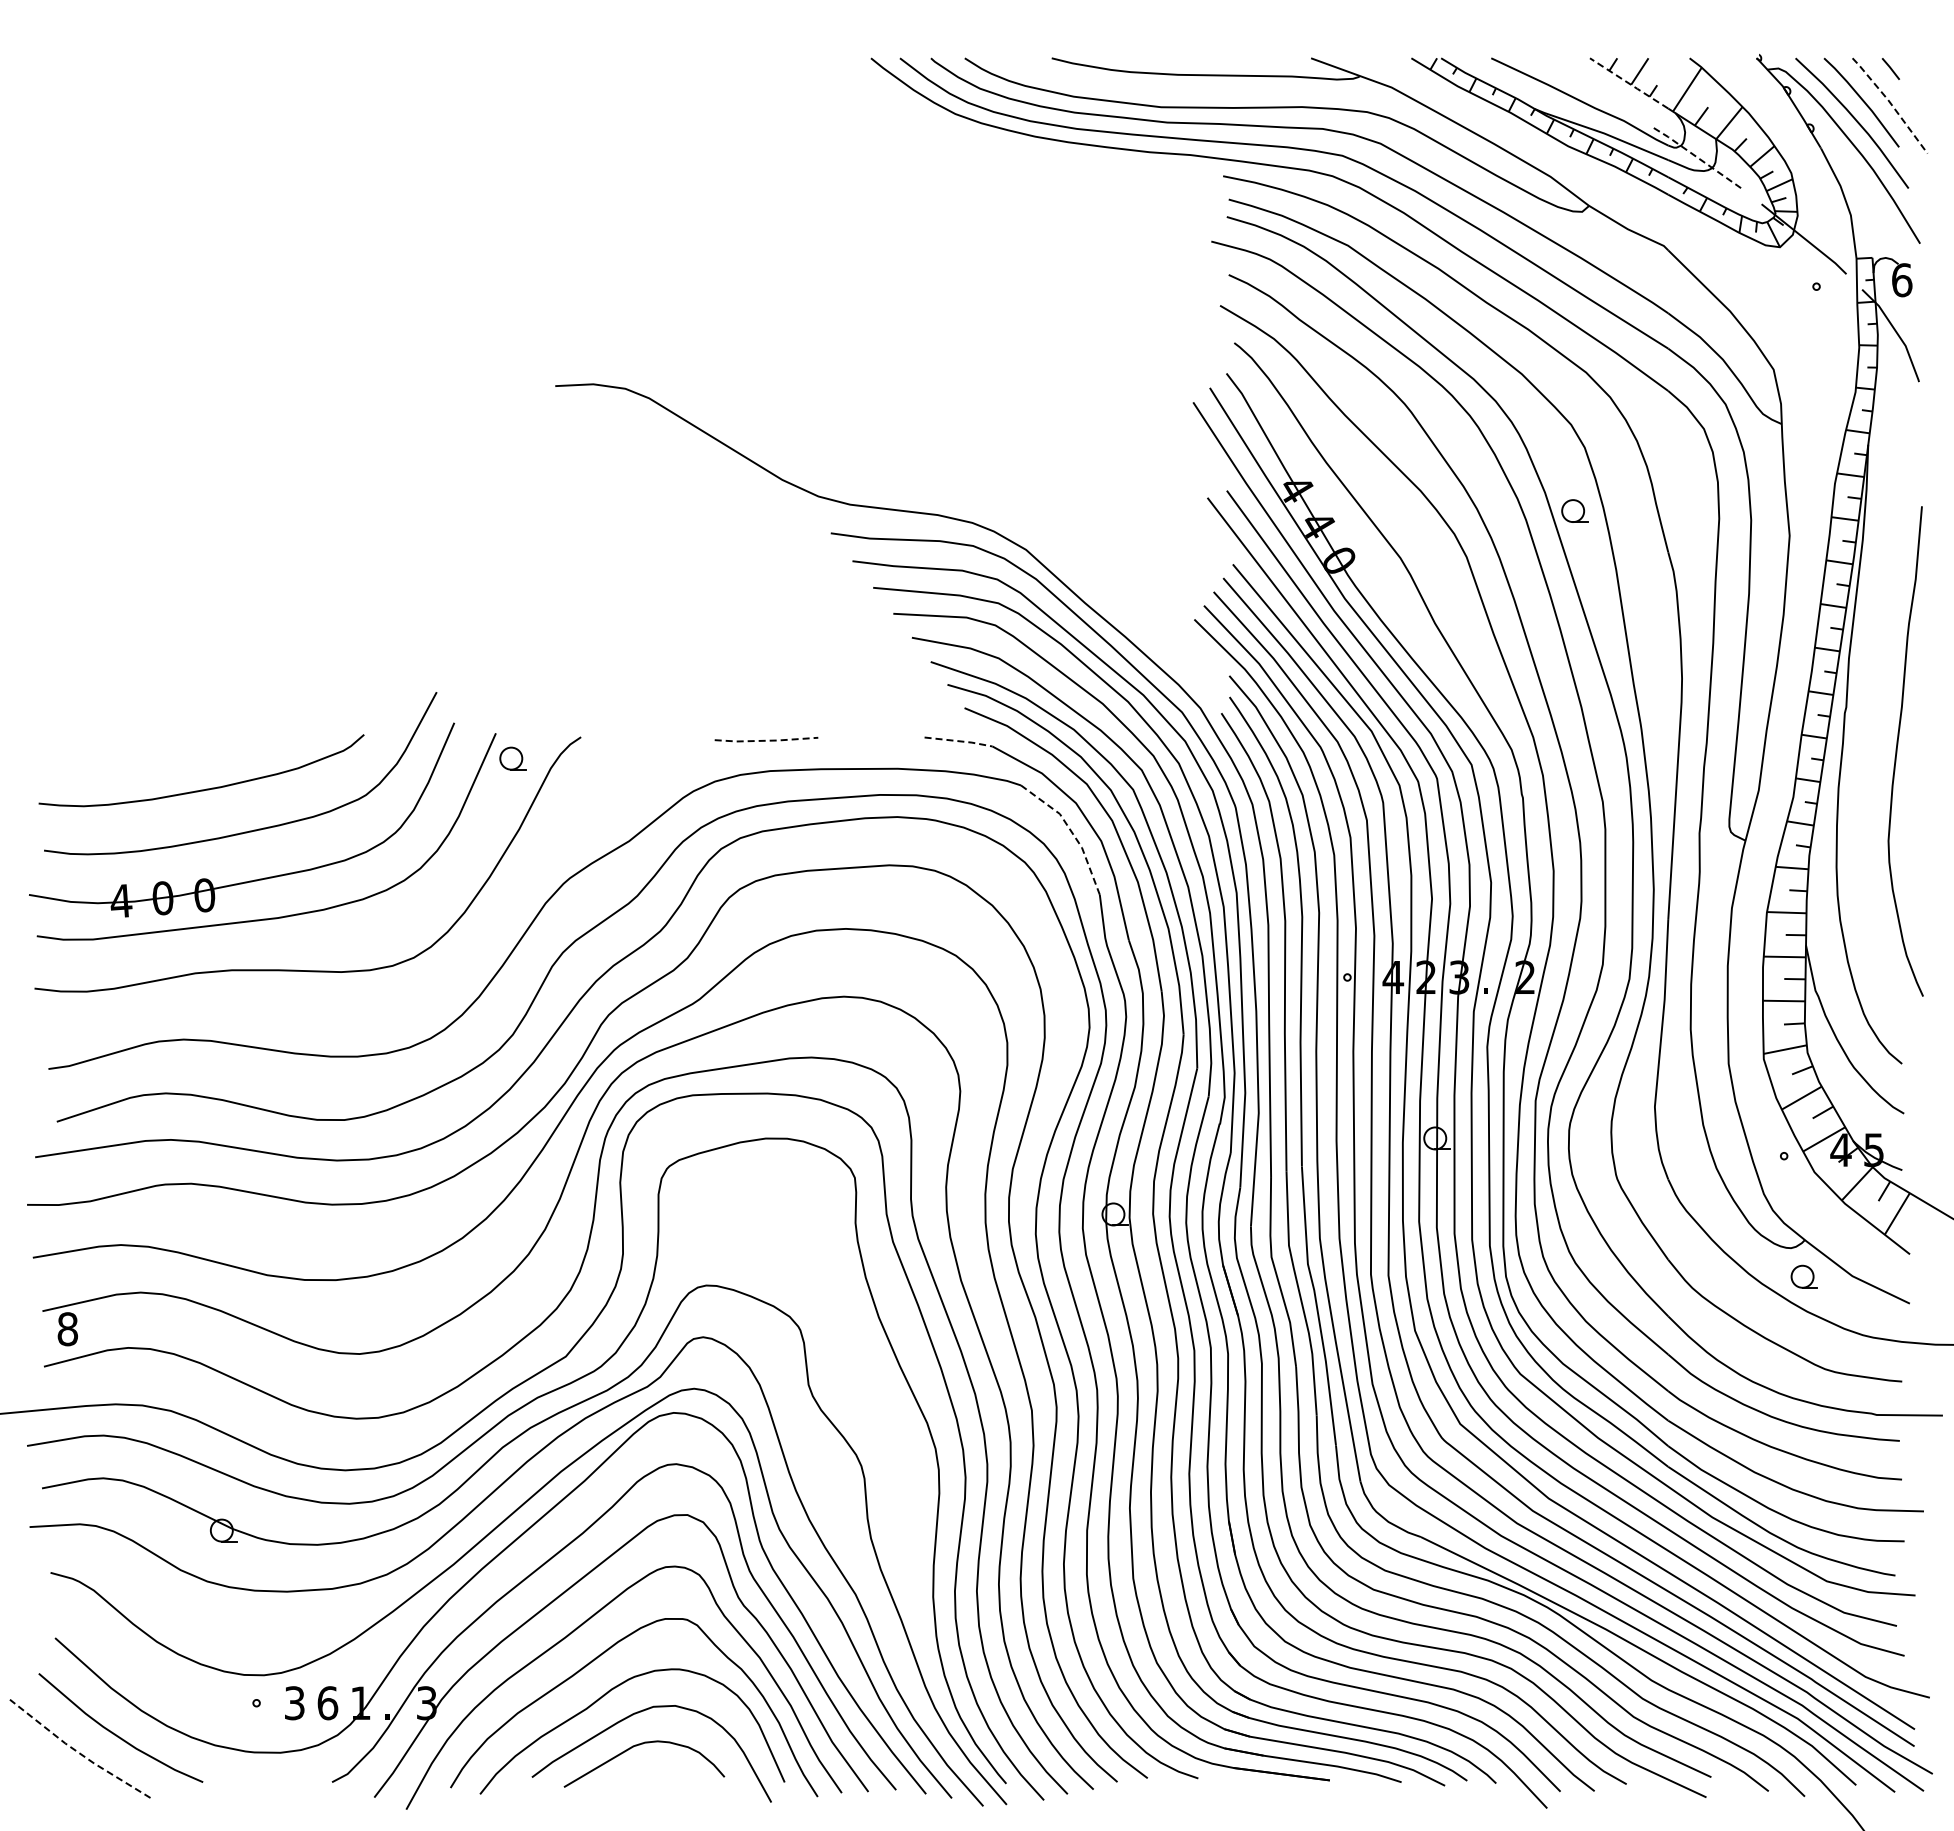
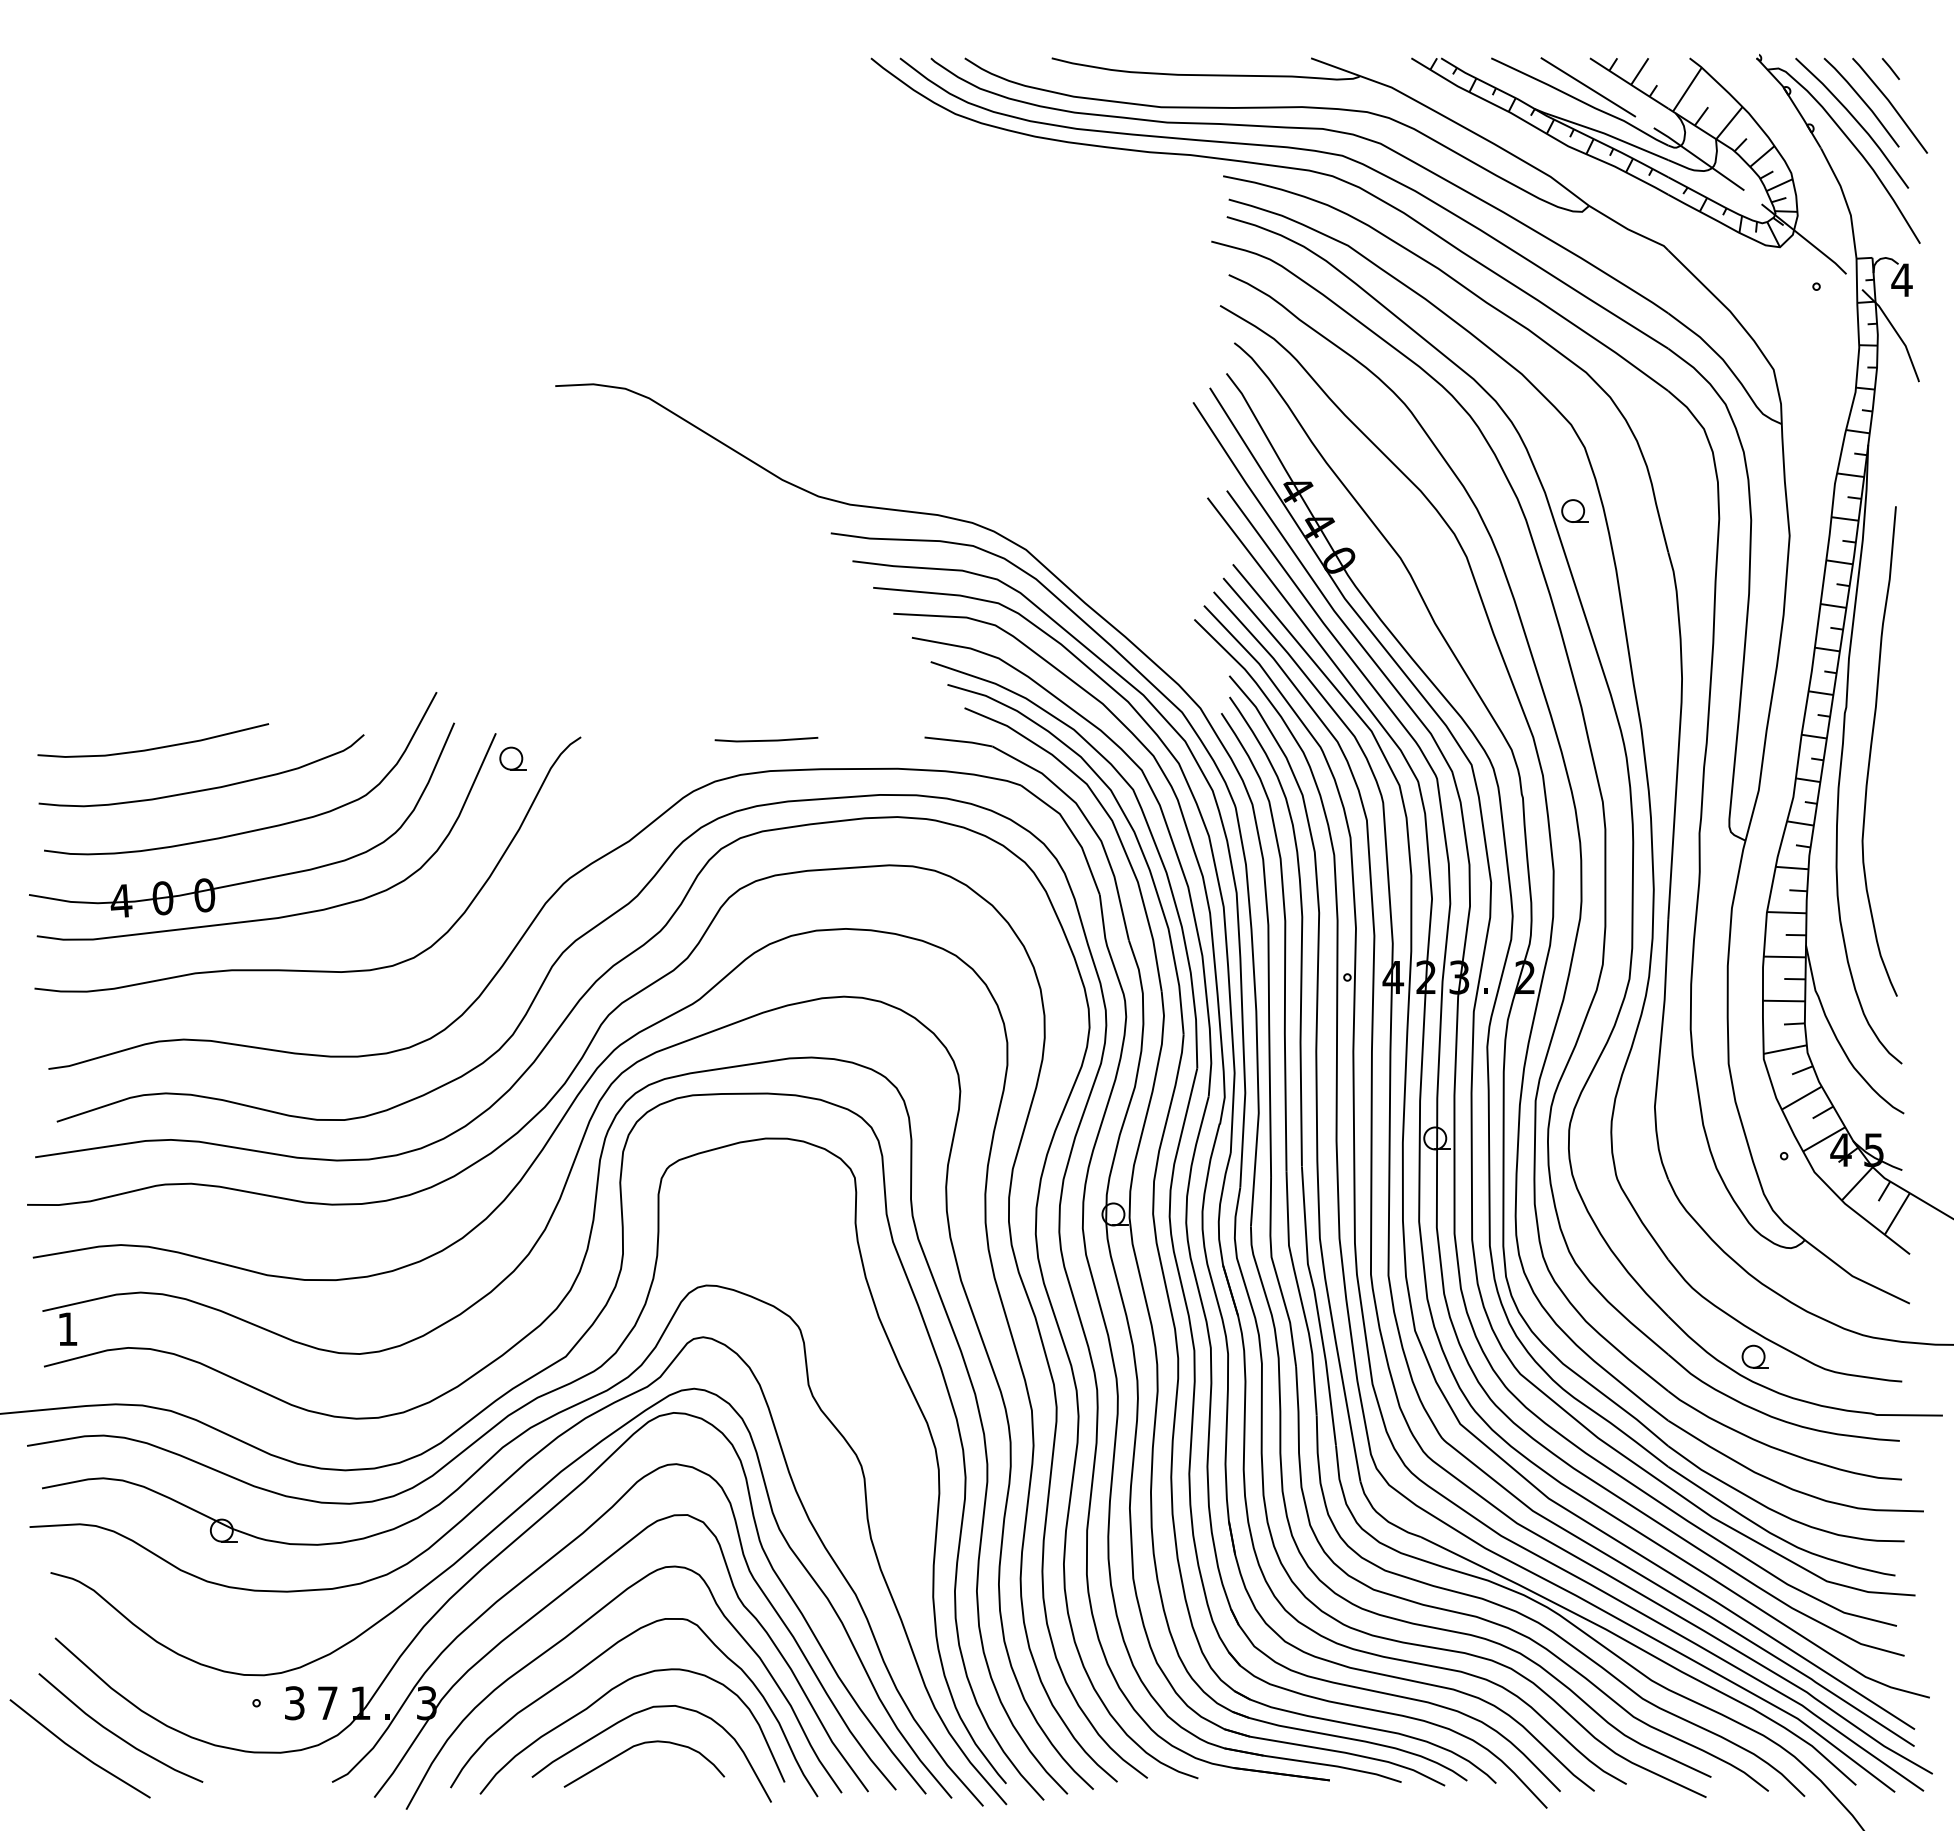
line at (1629, 83): dashed -> solid
line at (1588, 87): none -> present
line at (1891, 104): dashed -> solid
line at (1698, 158): dashed -> solid
text at (1901, 280): 6 -> 4
line at (766, 740): dashed -> solid
line at (959, 741): dashed -> solid
curve at (154, 747): none -> present
curve at (1897, 751) position: (1897, 751) -> (1871, 751)
line at (1071, 832): dashed -> solid
part at (1803, 1276) position: (1803, 1276) -> (1754, 1356)
text at (67, 1329): 8 -> 1
text at (327, 1703): 6 -> 7
line at (78, 1752): dashed -> solid
